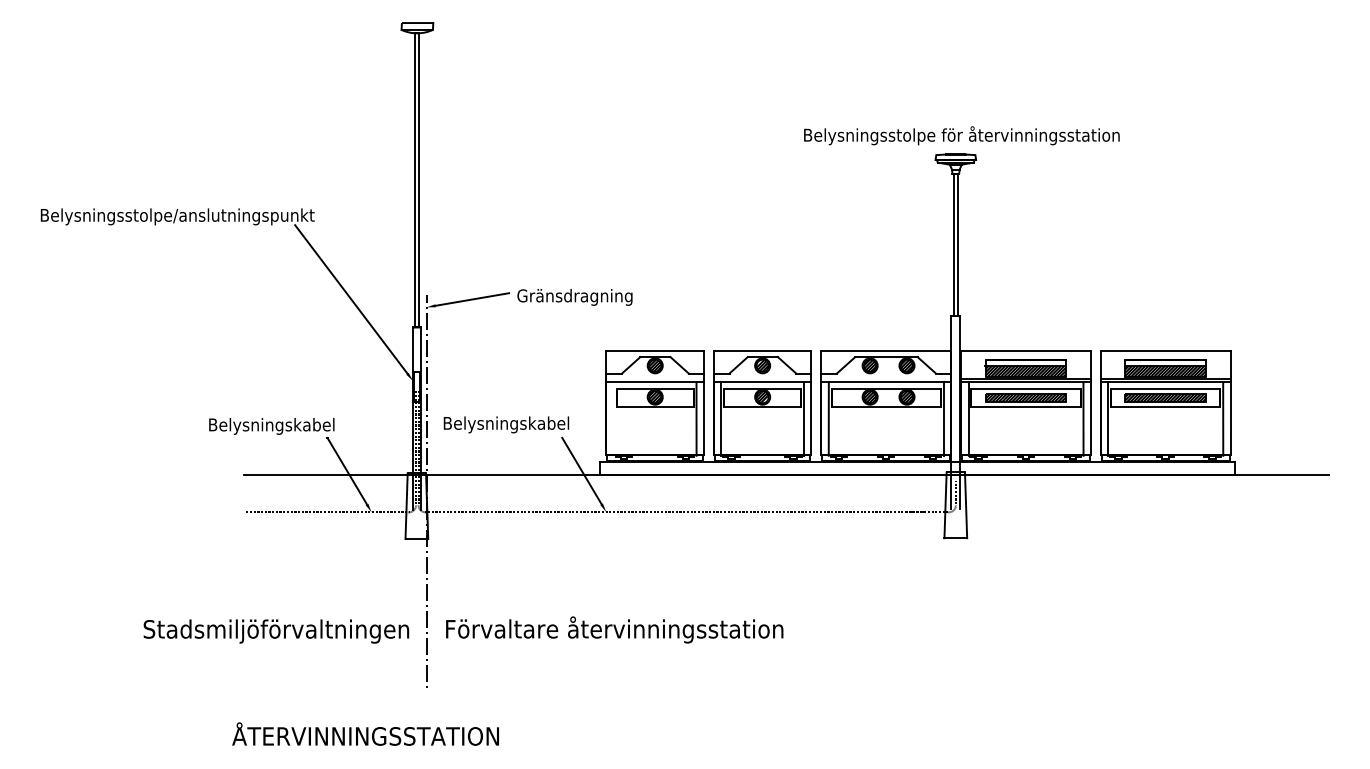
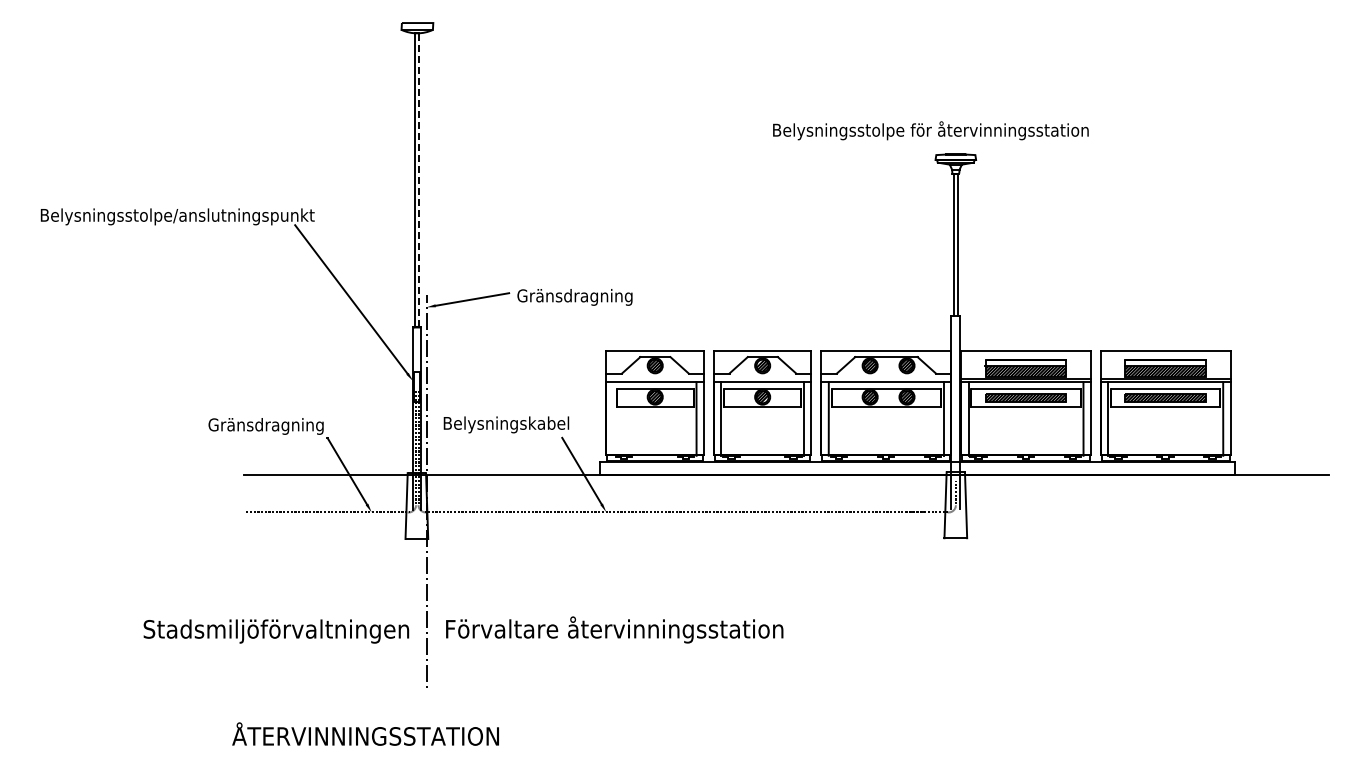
text at (961, 135) position: (961, 135) -> (930, 130)
line at (419, 180): solid -> dashed
text at (271, 426): Belysningskabel -> Gränsdragning
